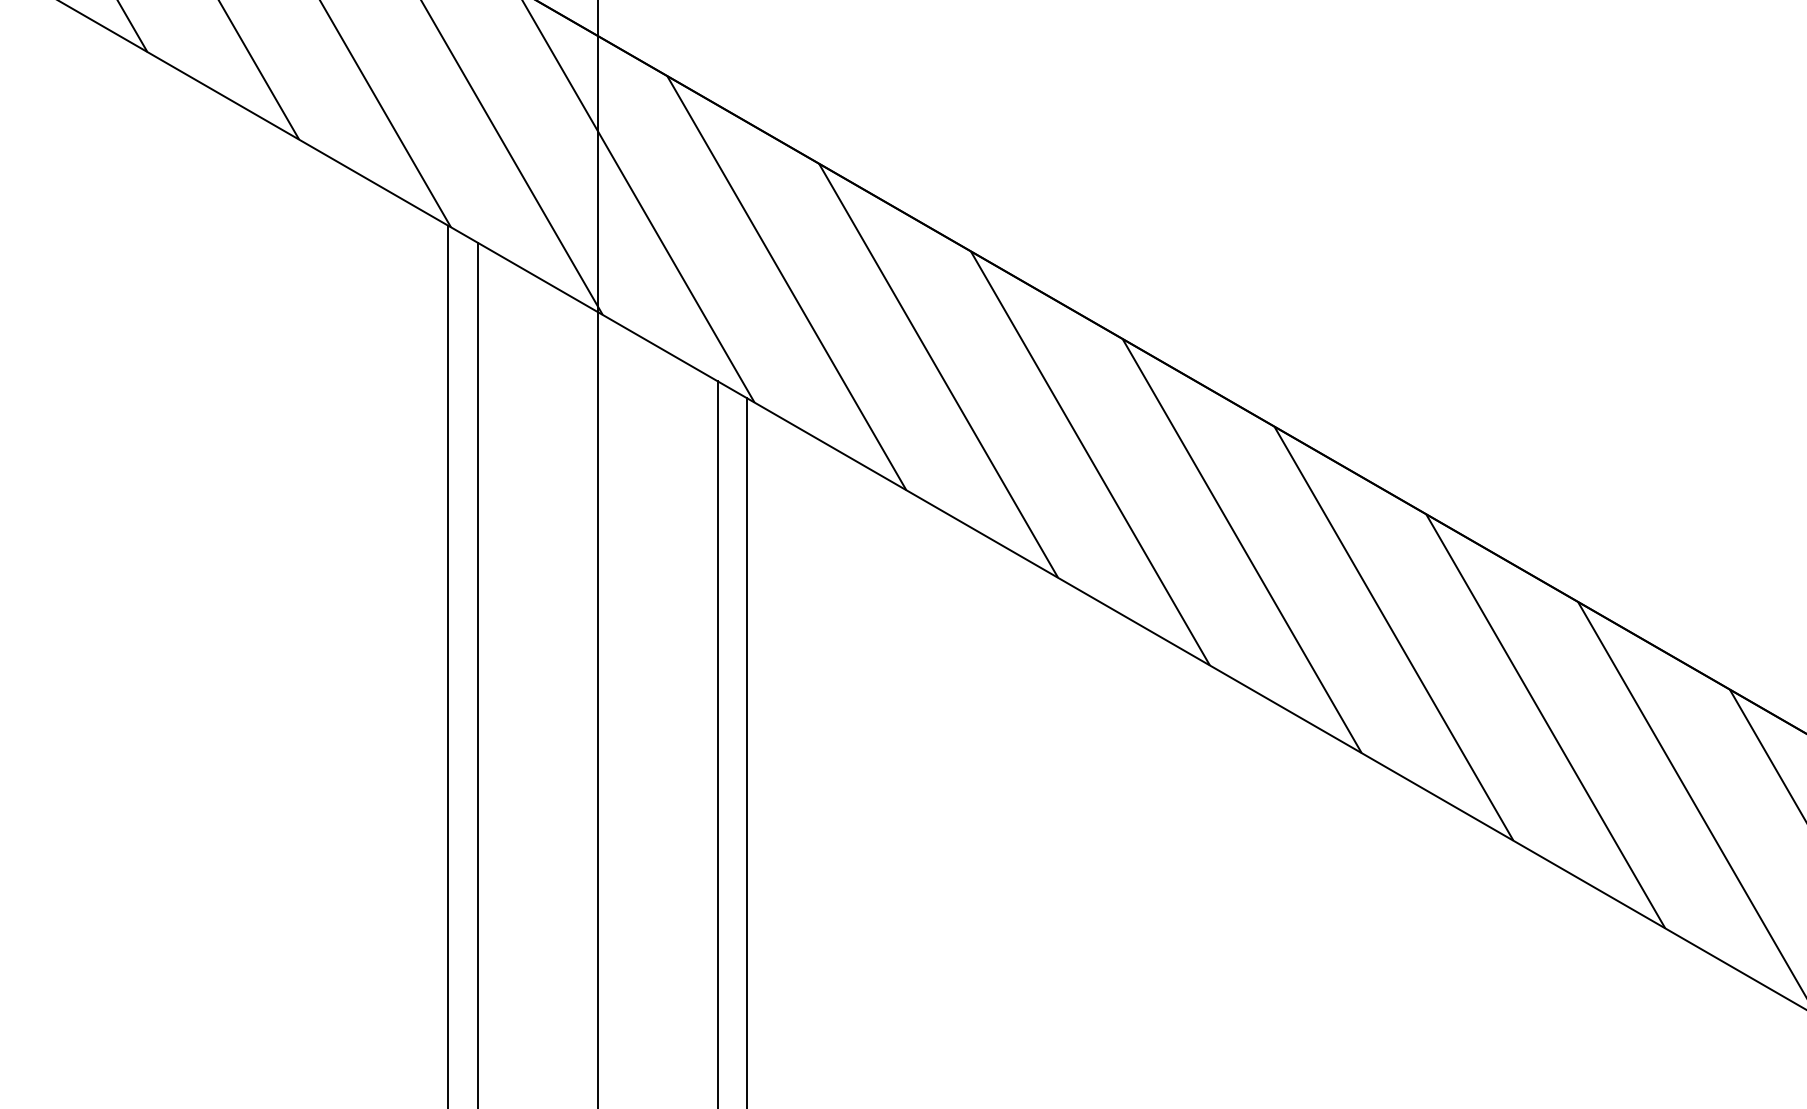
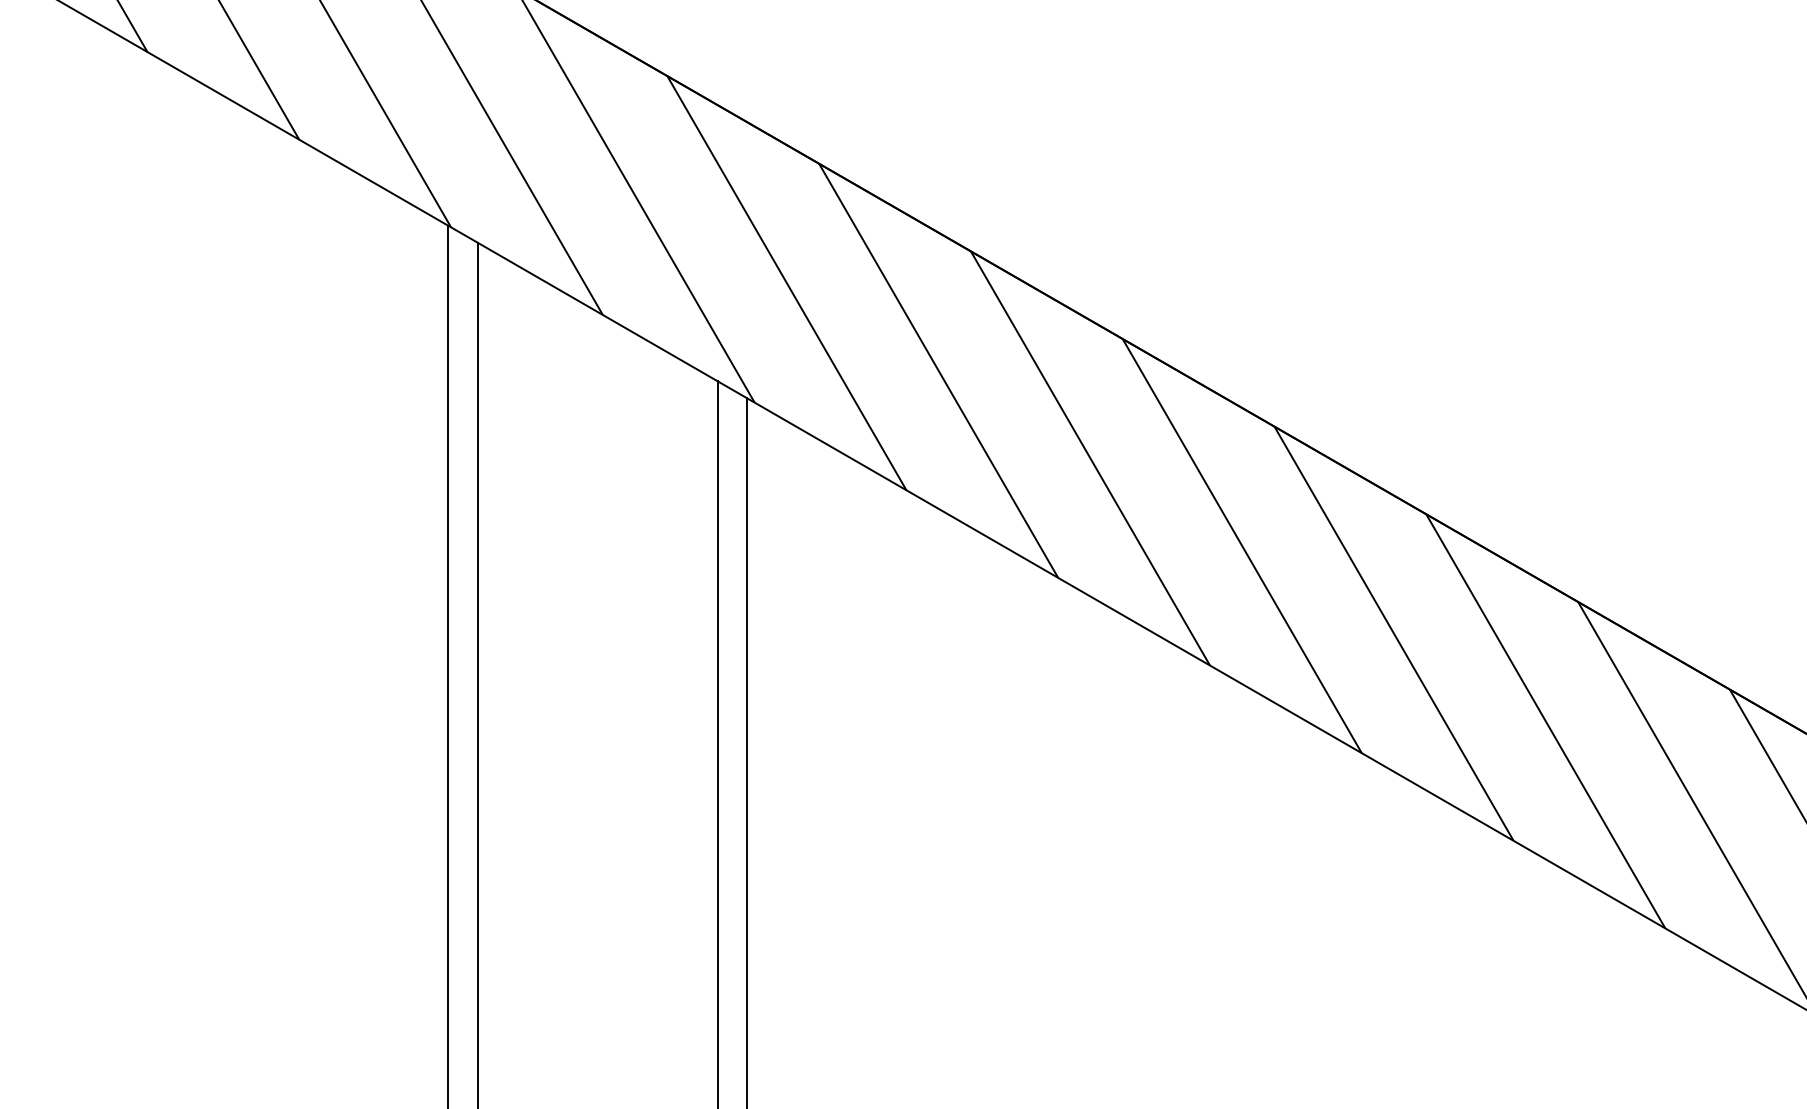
line at (597, 553): present -> none
